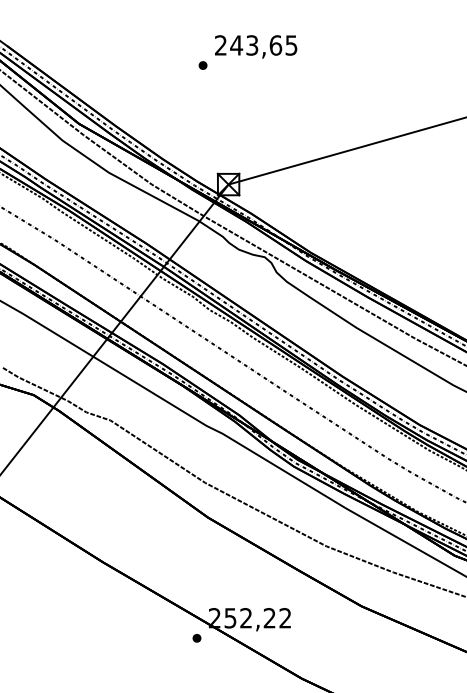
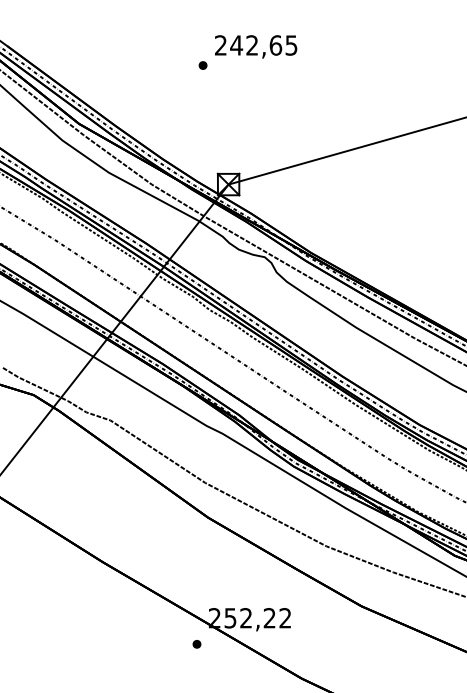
text at (252, 45): 243,65 -> 242,65
part at (196, 638) position: (196, 638) -> (196, 644)
